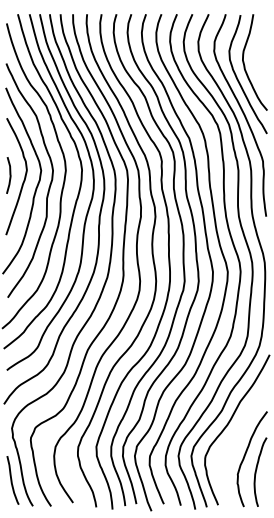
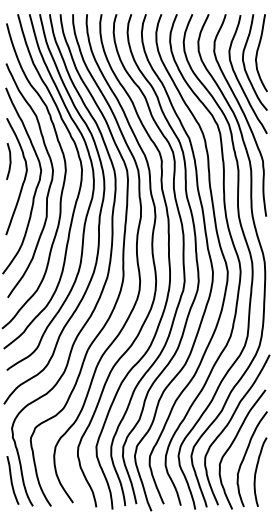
curve at (258, 51): none -> present
curve at (9, 175) position: (9, 175) -> (9, 161)
curve at (233, 443): none -> present
